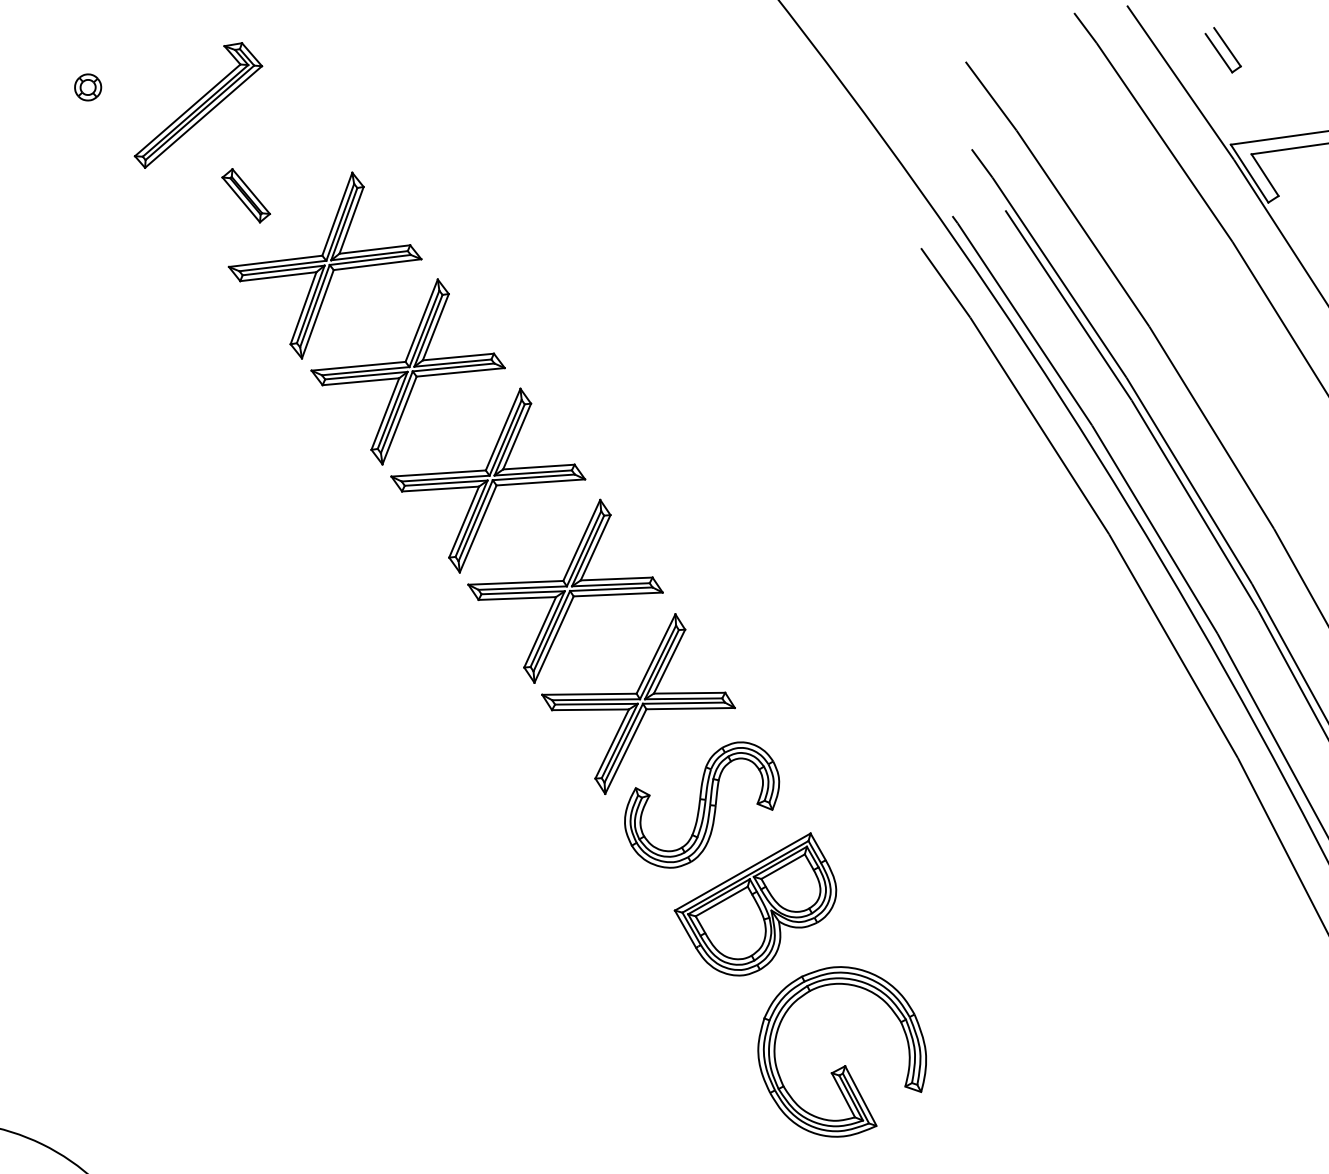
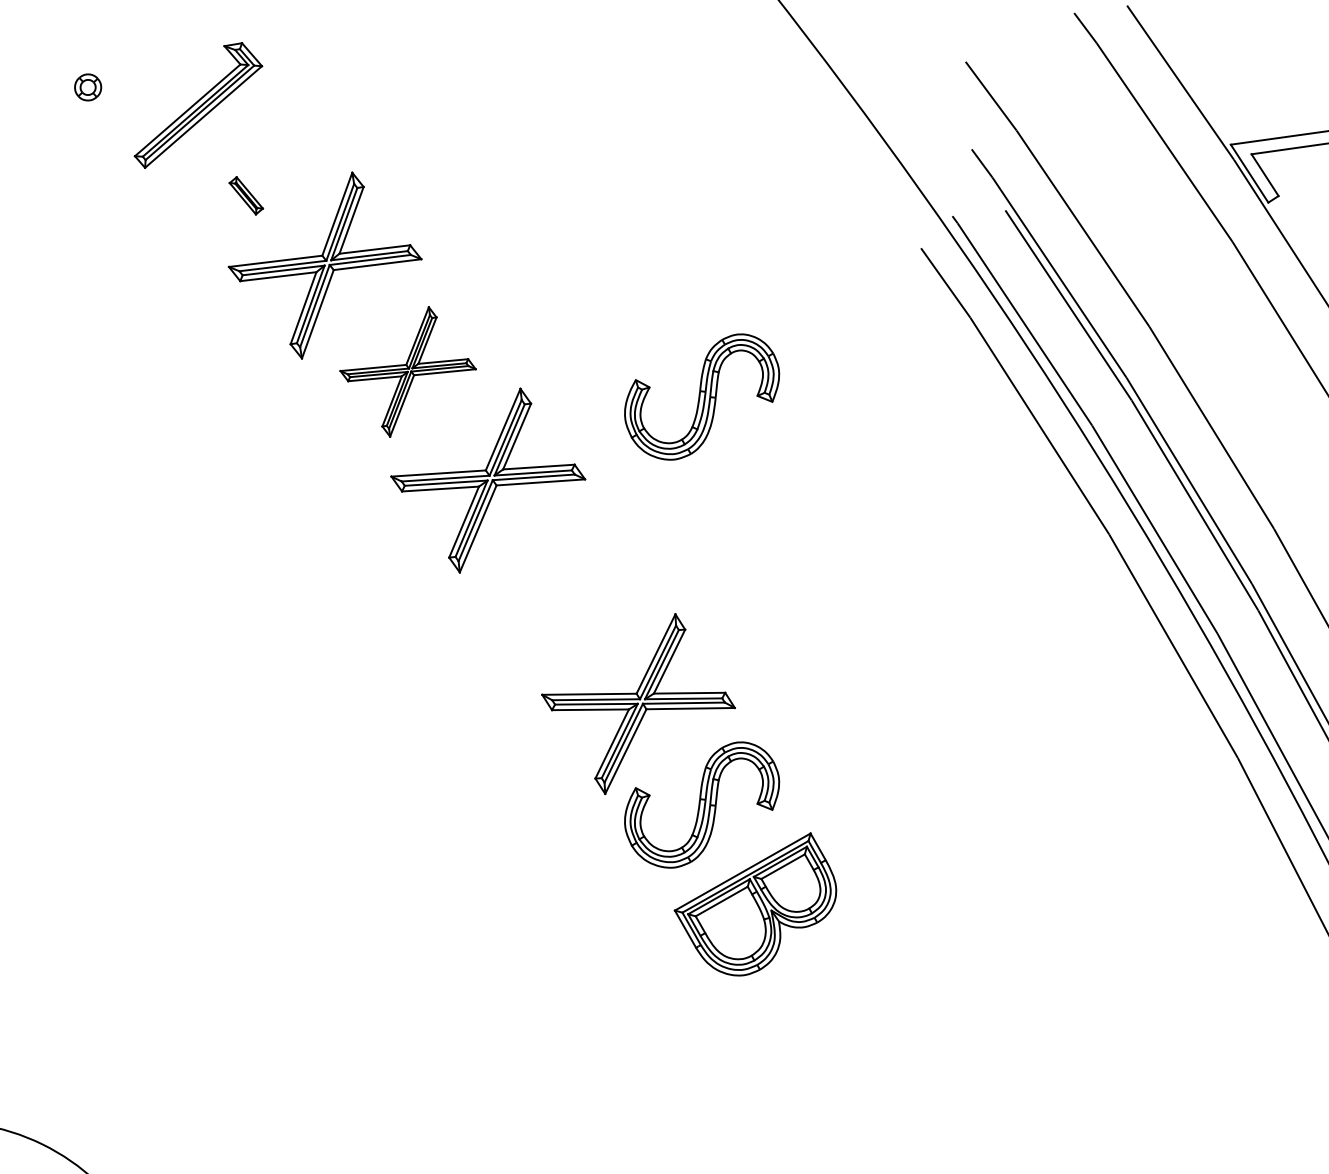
part at (1222, 50): present -> none
part at (246, 195) size: 51x56 px -> 37x40 px
part at (407, 371) size: 196x188 px -> 138x132 px
part at (702, 396): none -> present
part at (565, 590): present -> none
part at (844, 1065): present -> none
